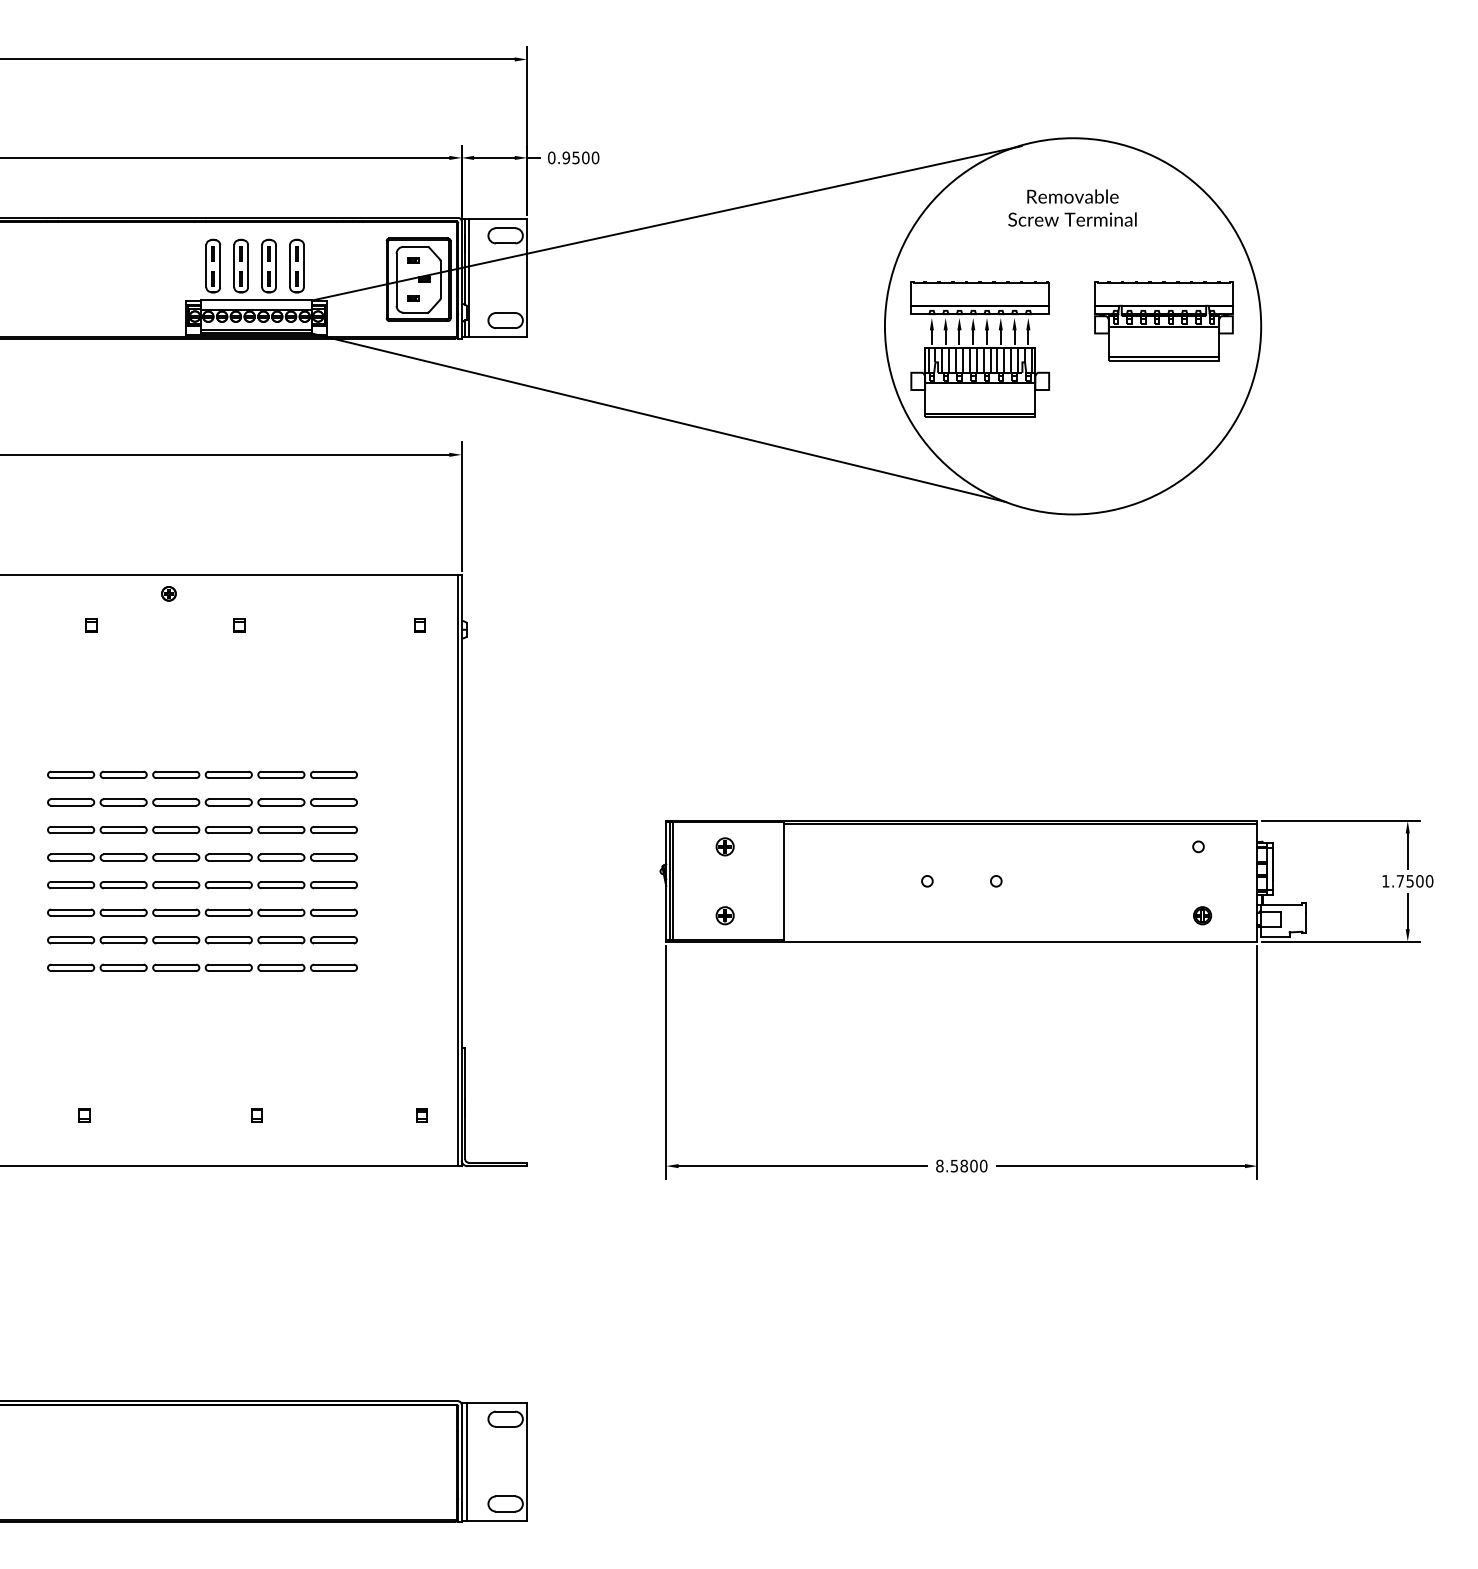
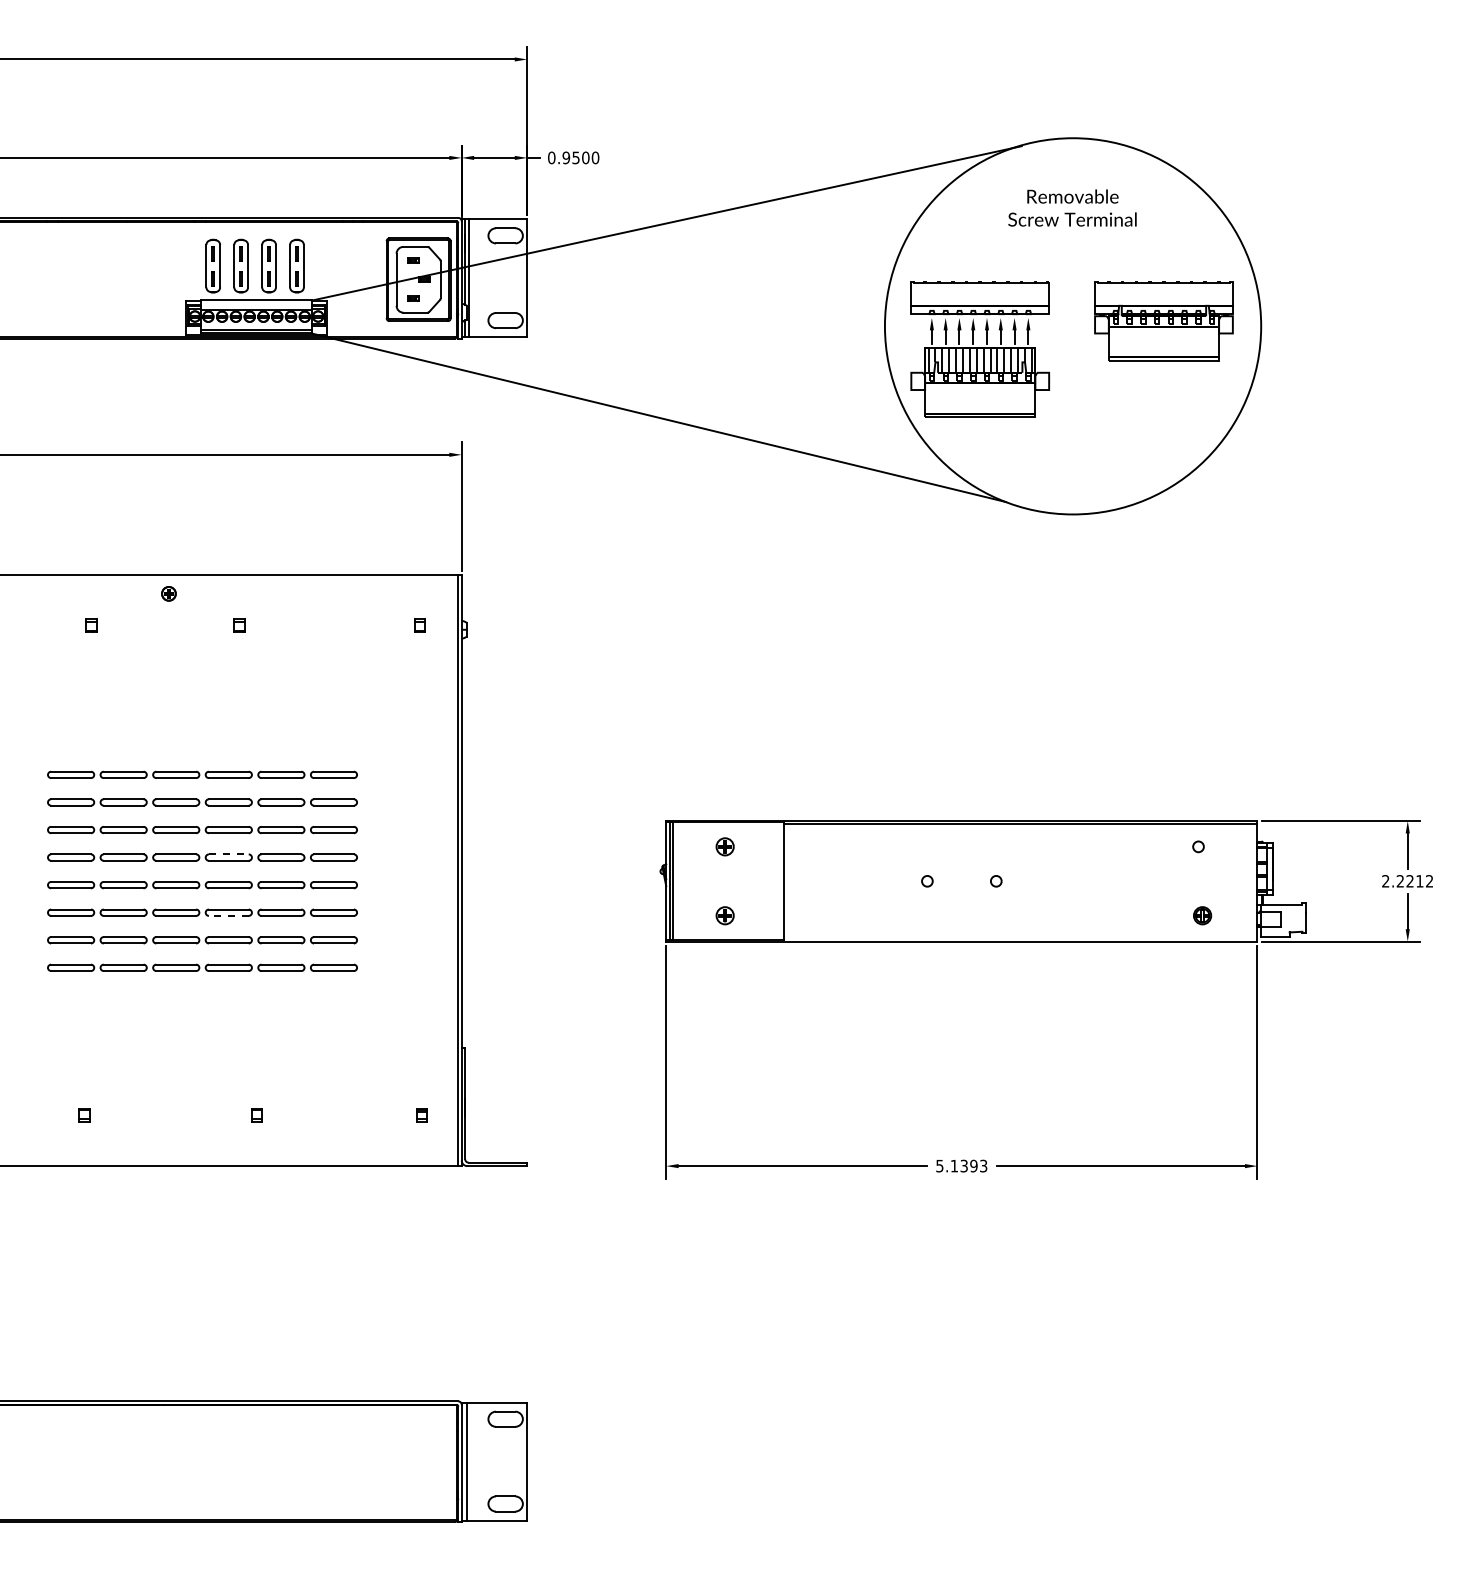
line at (228, 854): solid -> dashed
text at (1407, 881): 1.7500 -> 2.2212
line at (228, 915): solid -> dashed
text at (961, 1165): 8.5800 -> 5.1393
